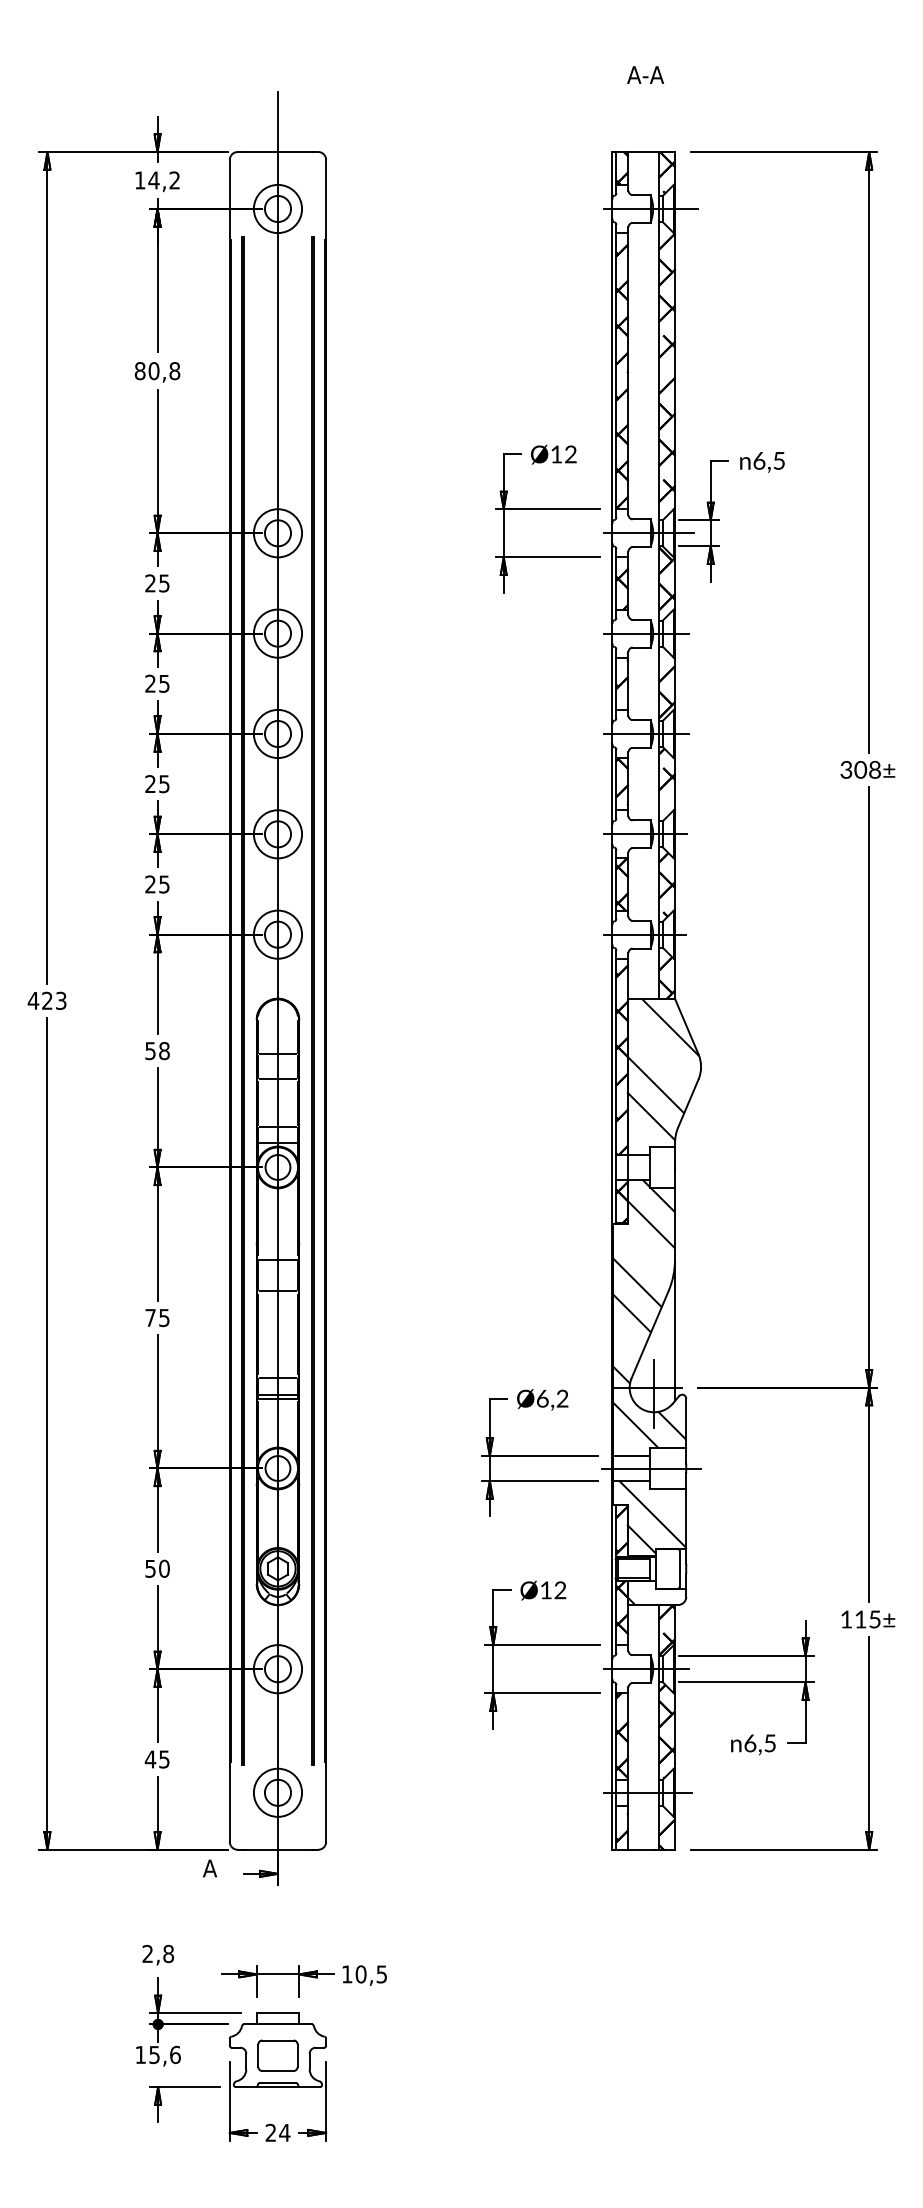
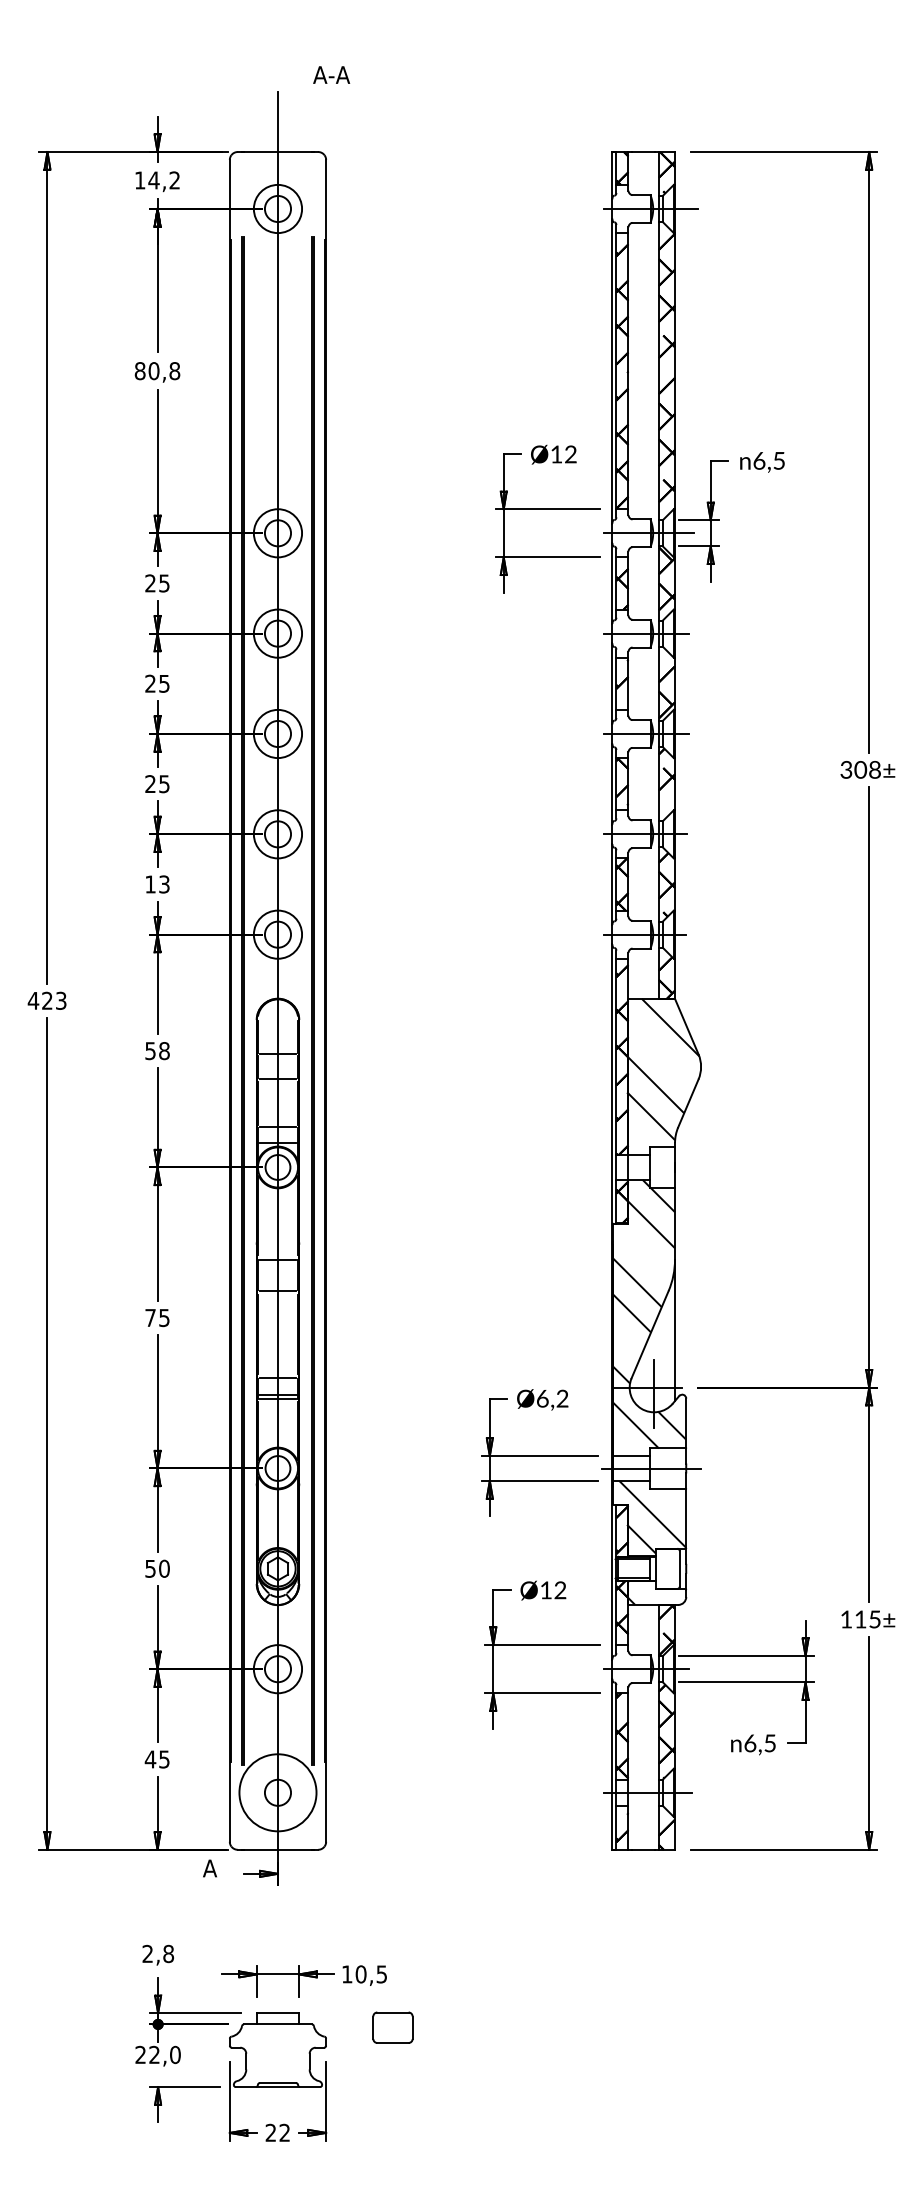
text at (645, 74) position: (645, 74) -> (331, 74)
text at (157, 884): 25 -> 13
circle at (277, 1792) diameter: 48 px -> 77 px
text at (157, 2054): 15,6 -> 22,0
part at (277, 2055) position: (277, 2055) -> (392, 2027)
text at (284, 2132): 24 -> 22
